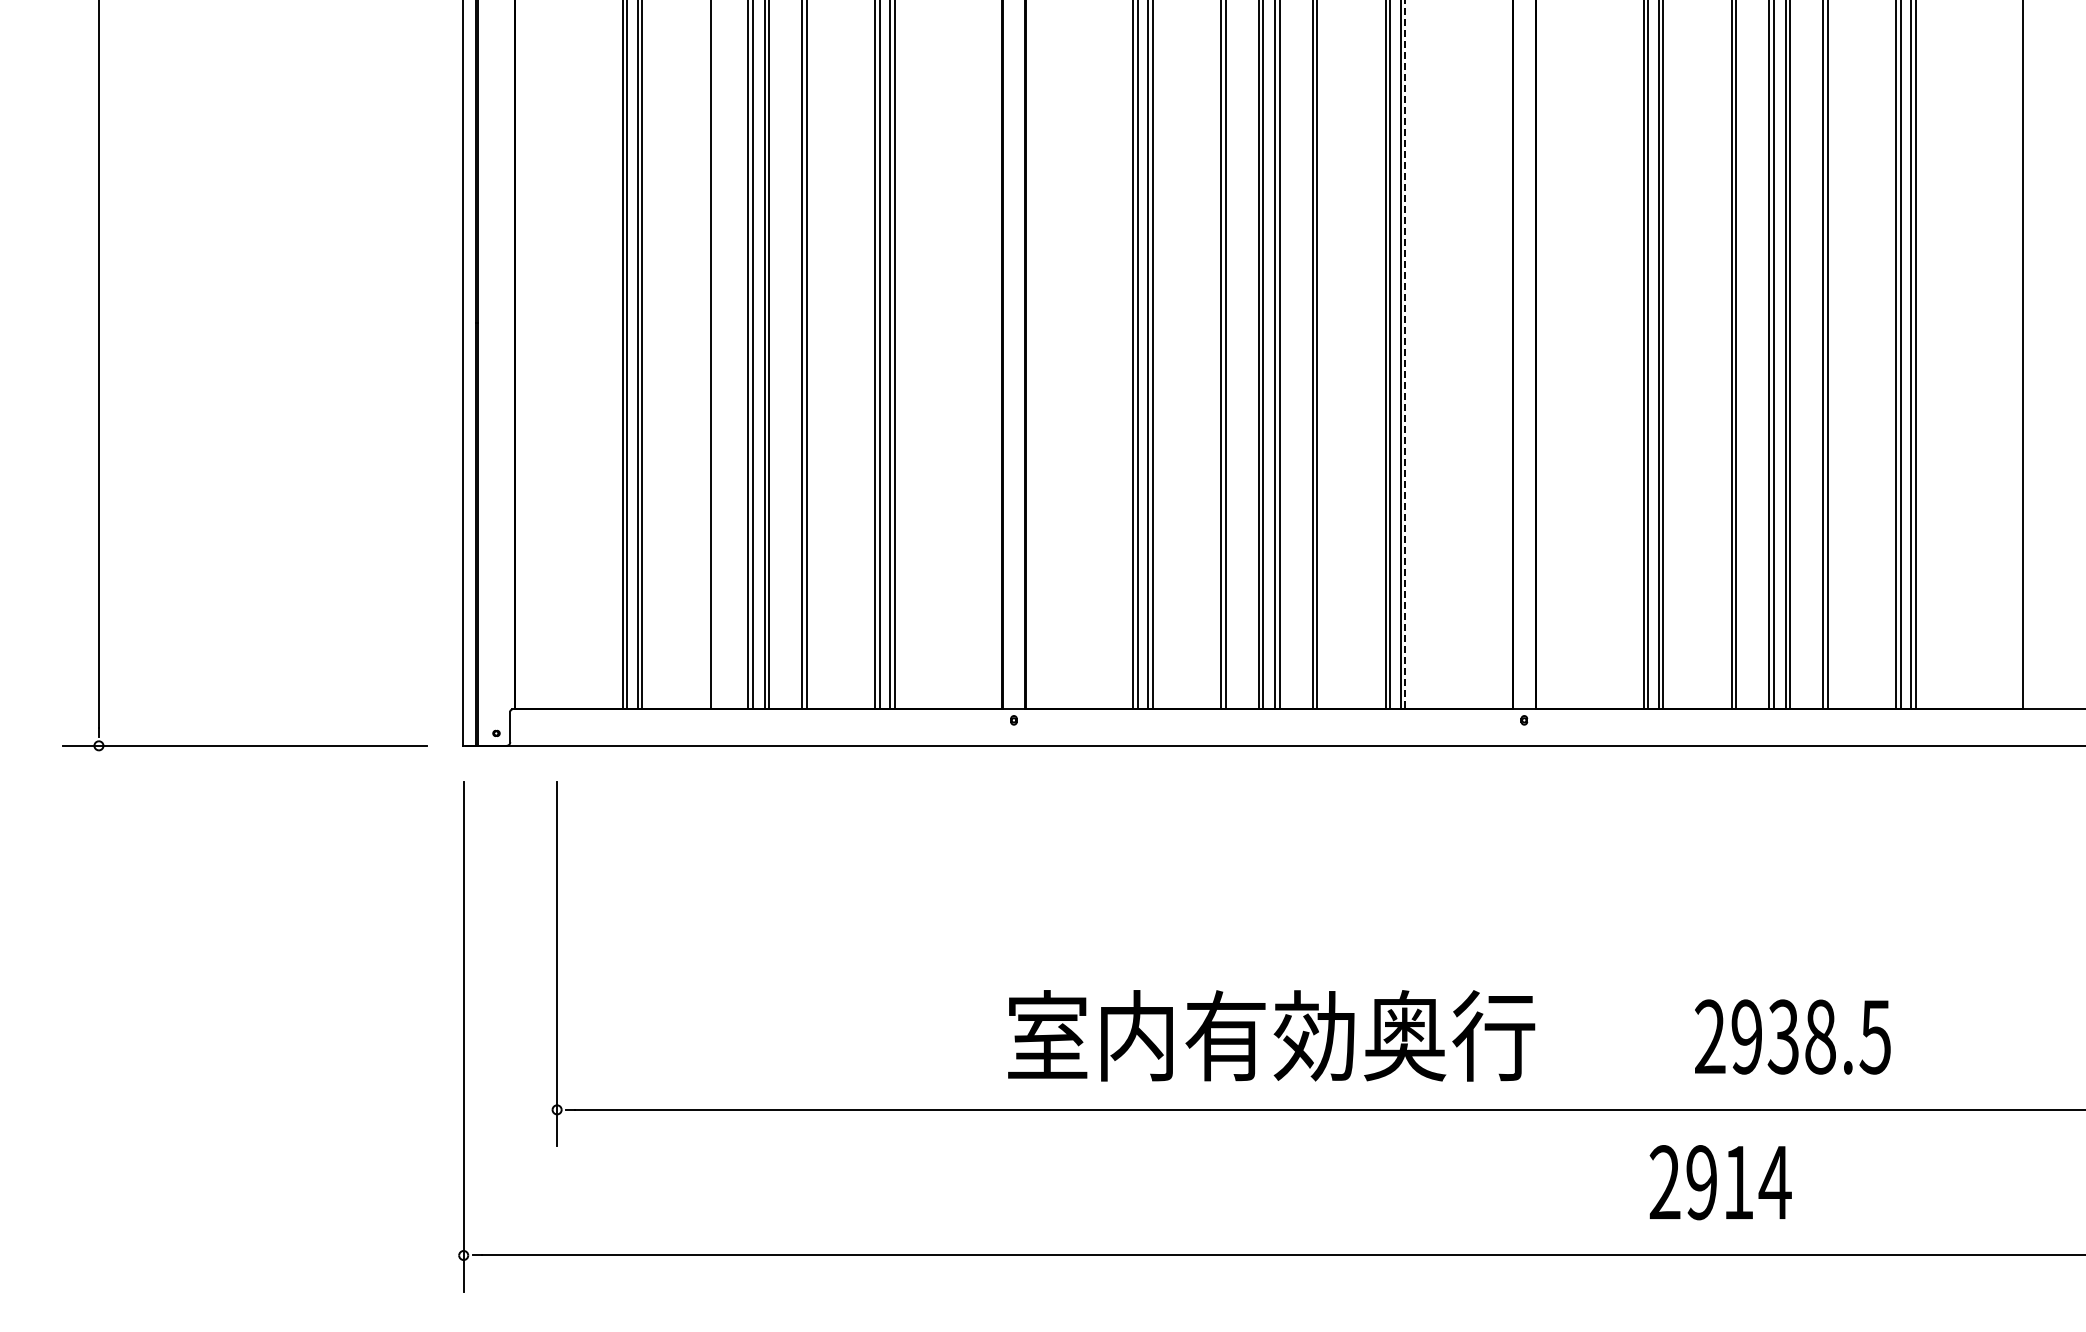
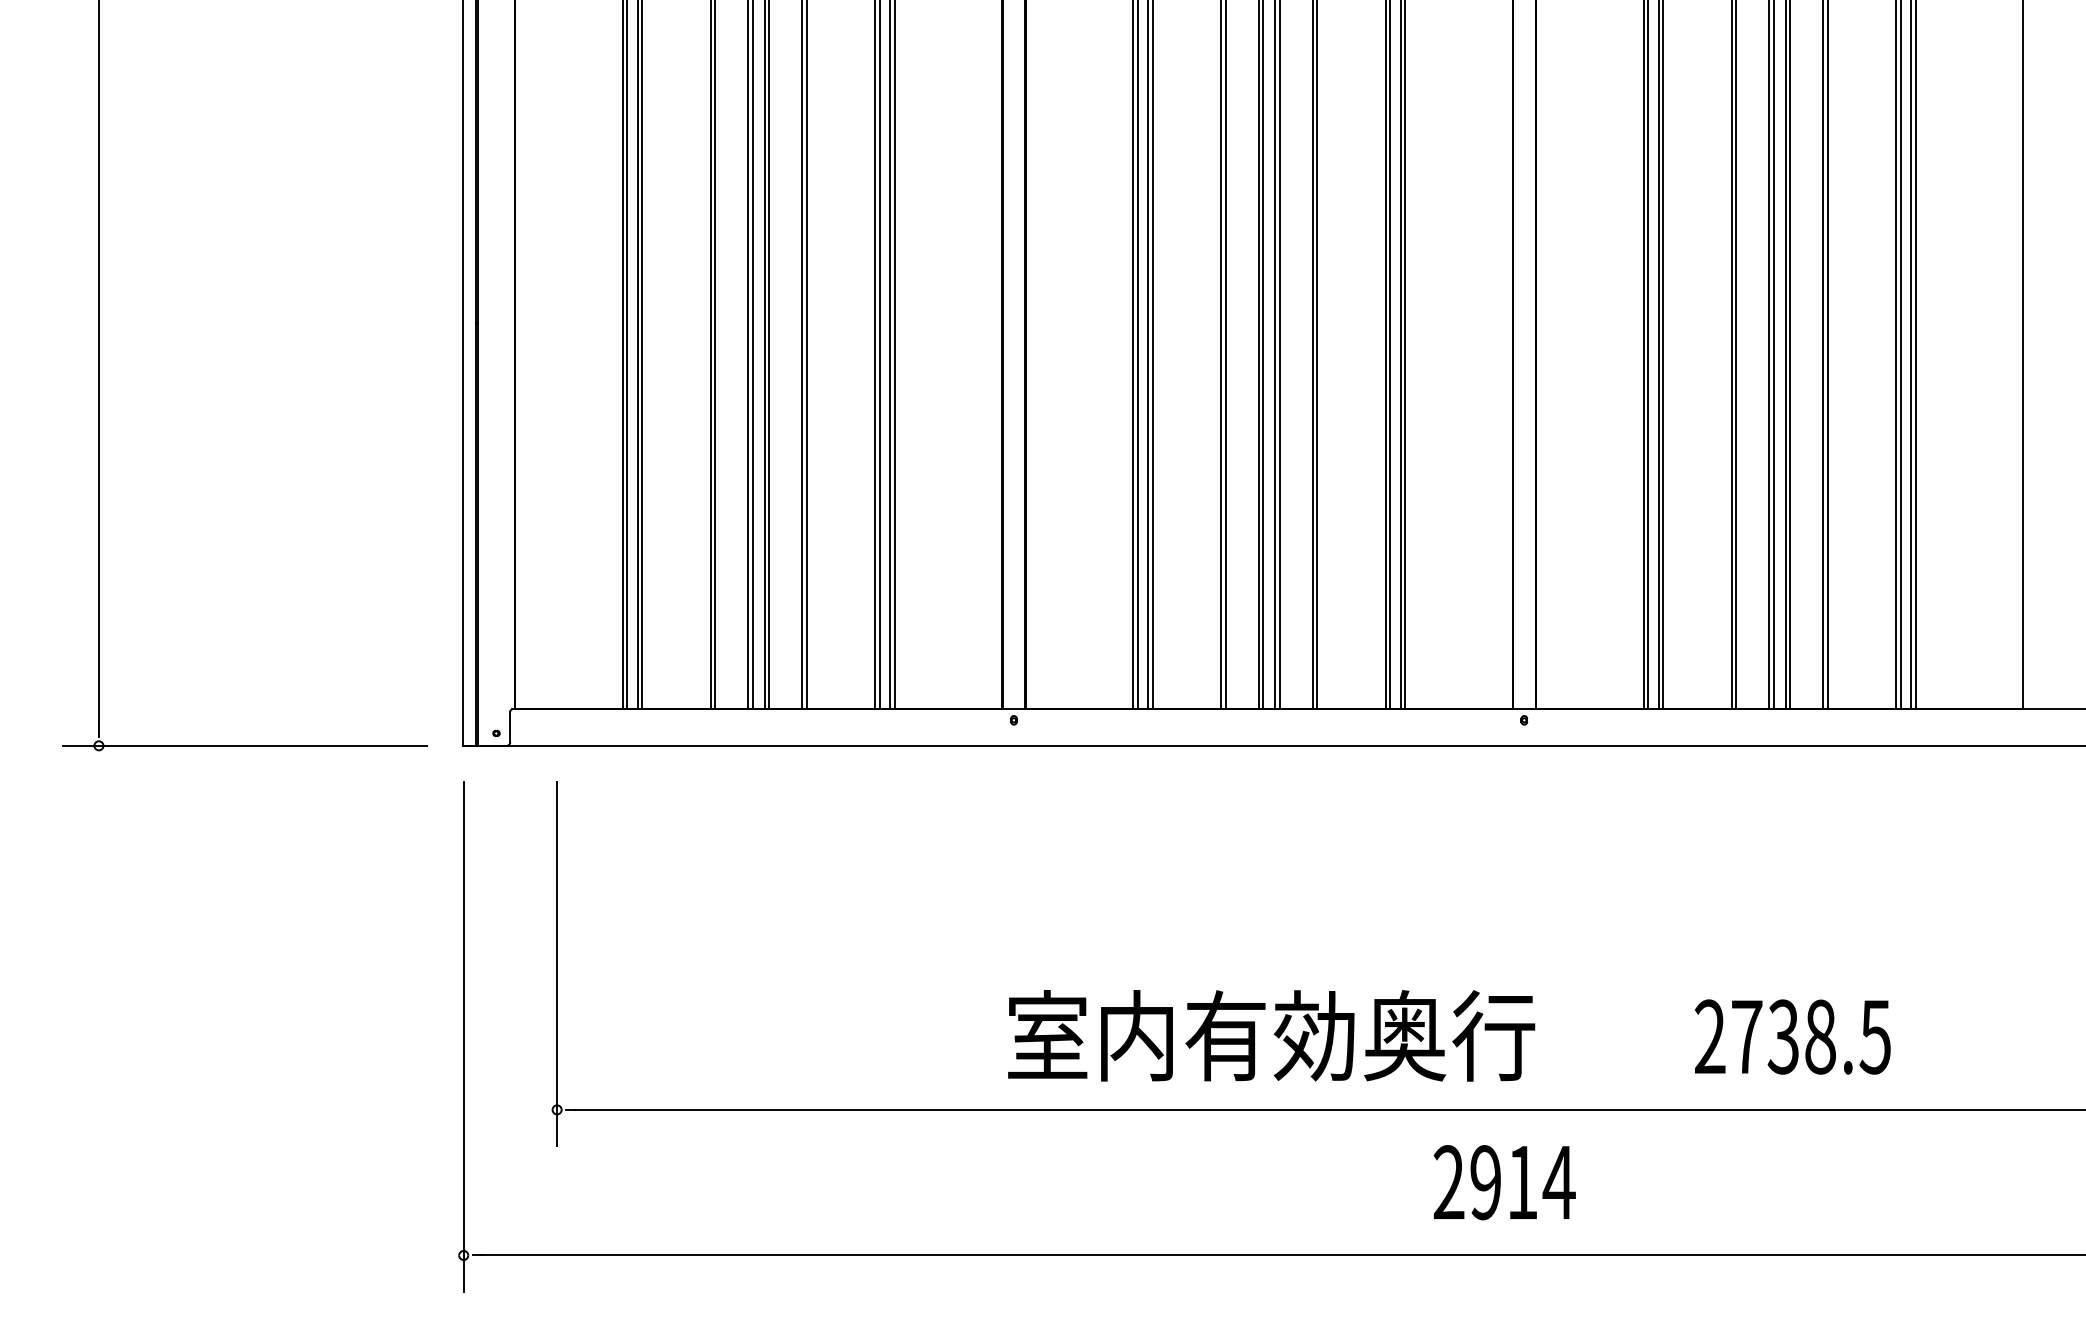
line at (1405, 354): dashed -> solid
line at (715, 355): none -> present
text at (1746, 1036): 2938.5 -> 2738.5
text at (1720, 1182) position: (1720, 1182) -> (1504, 1182)
